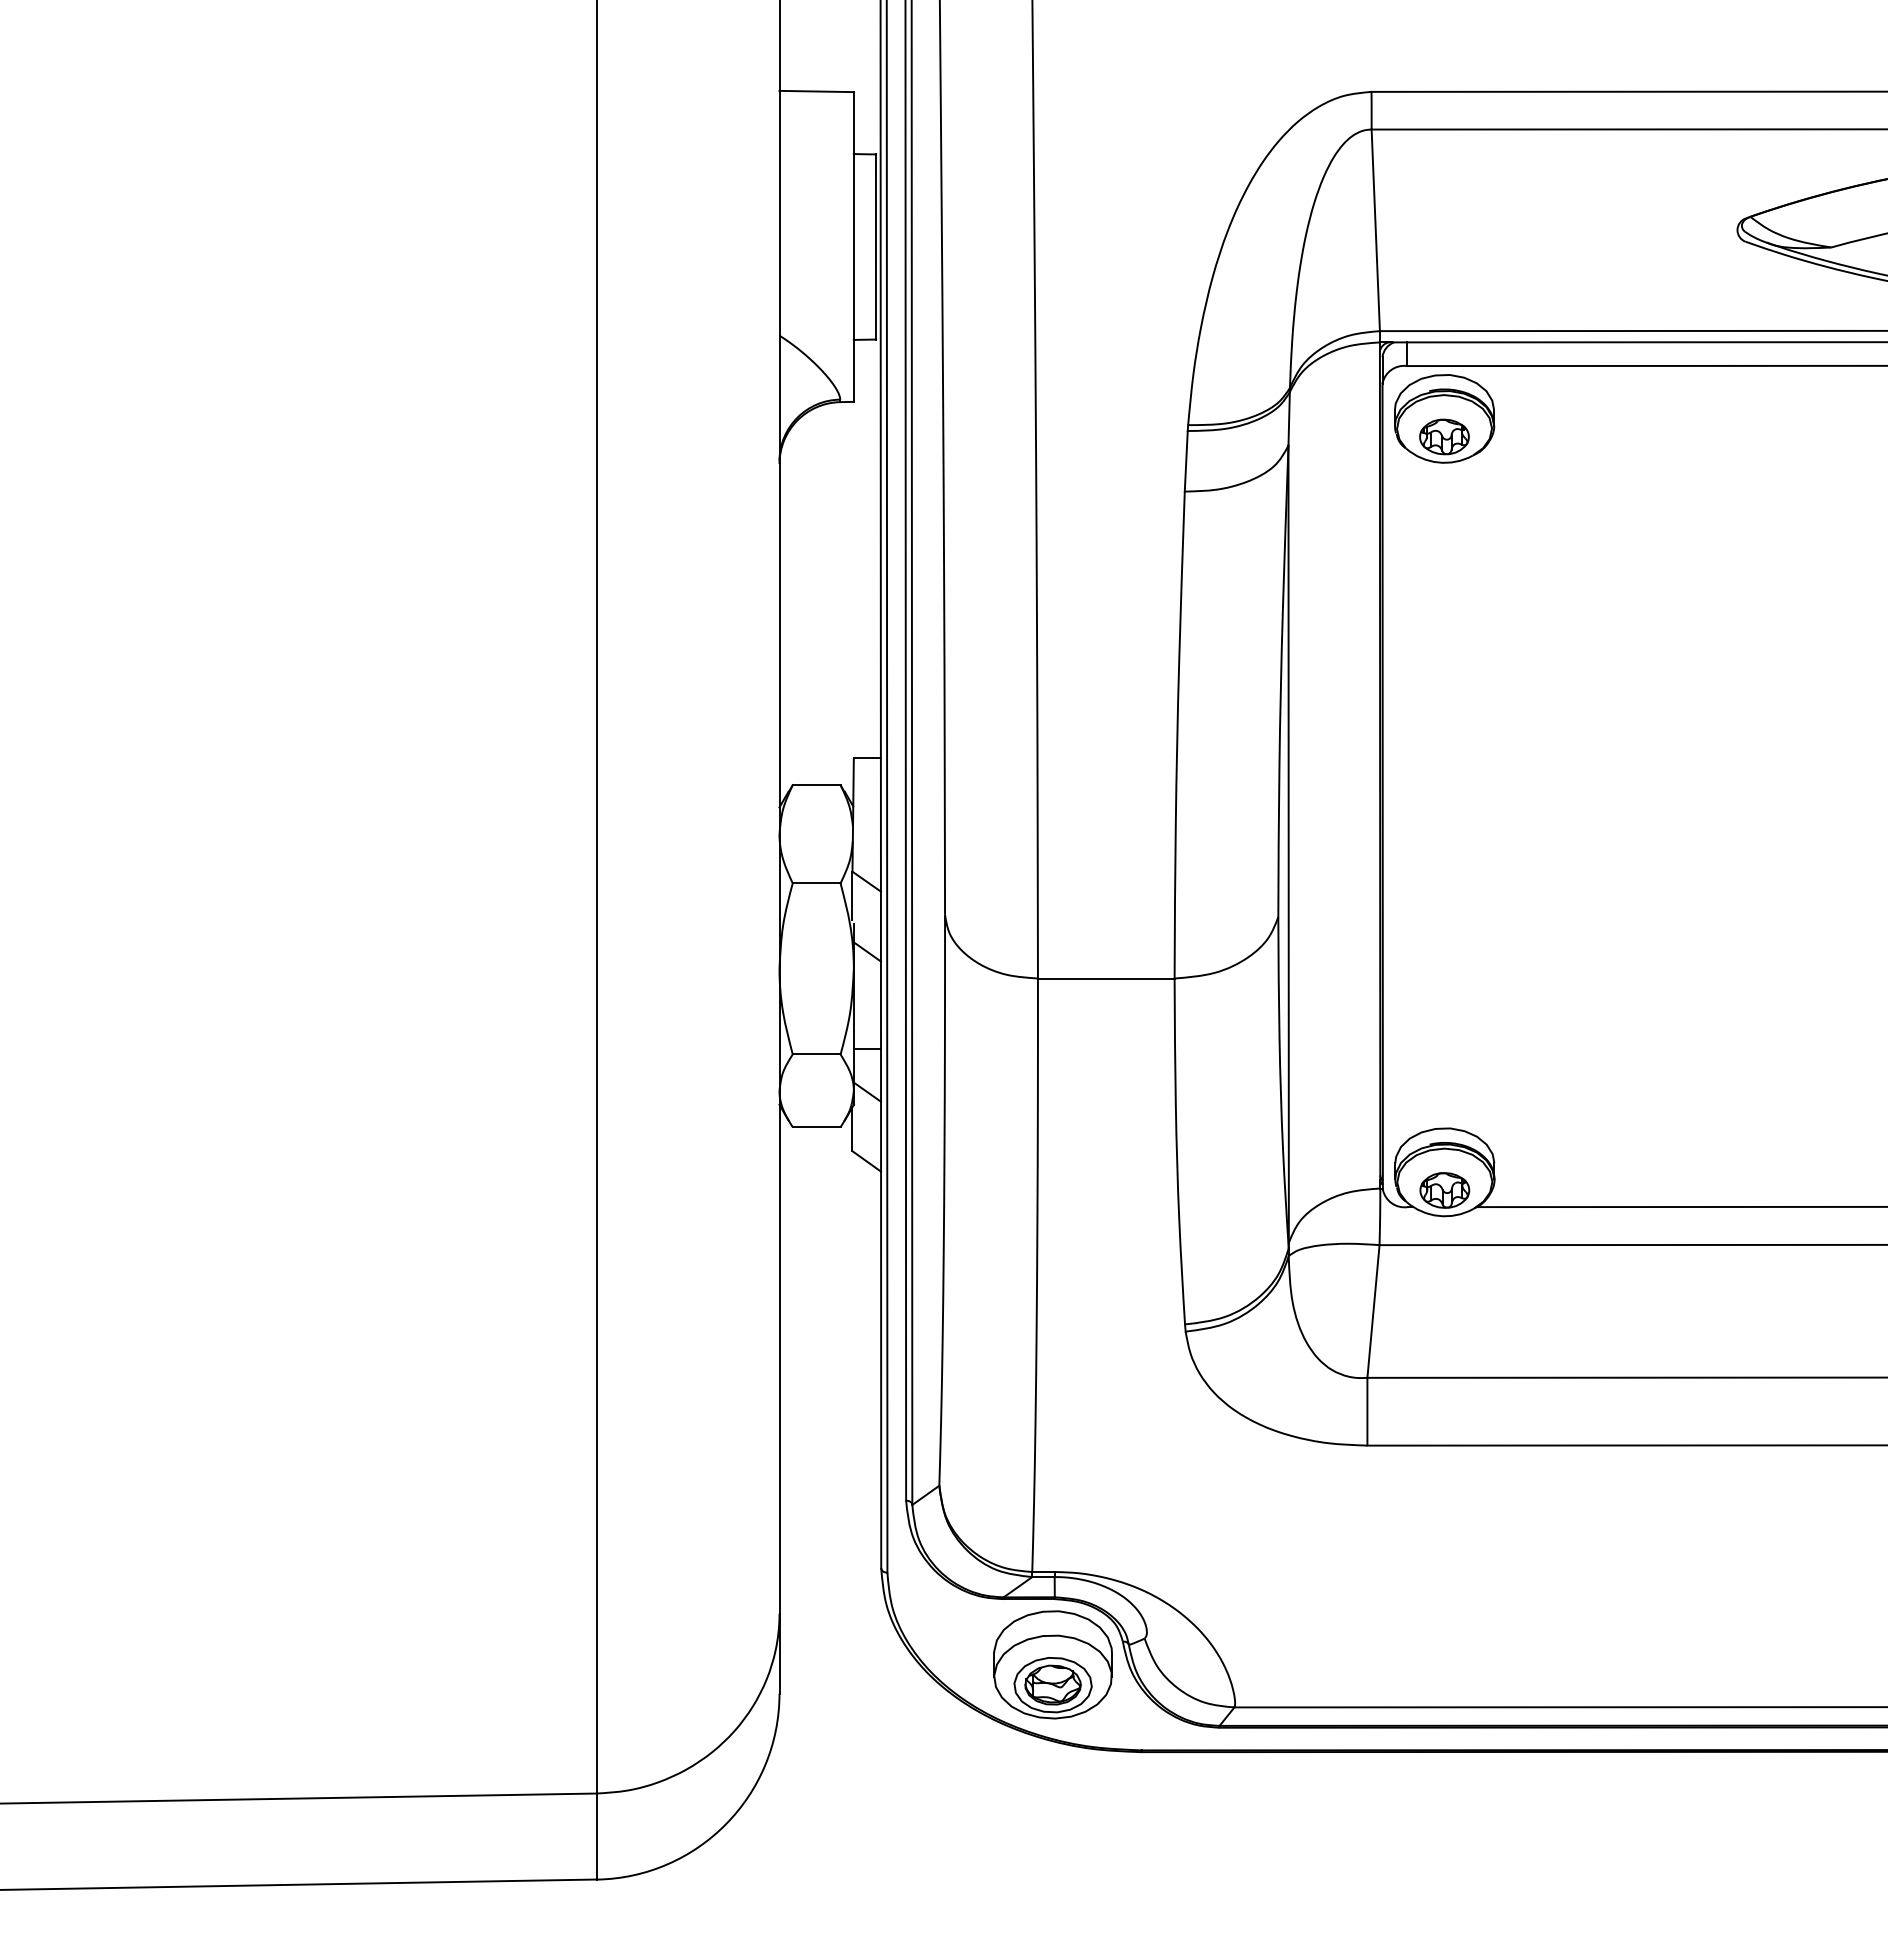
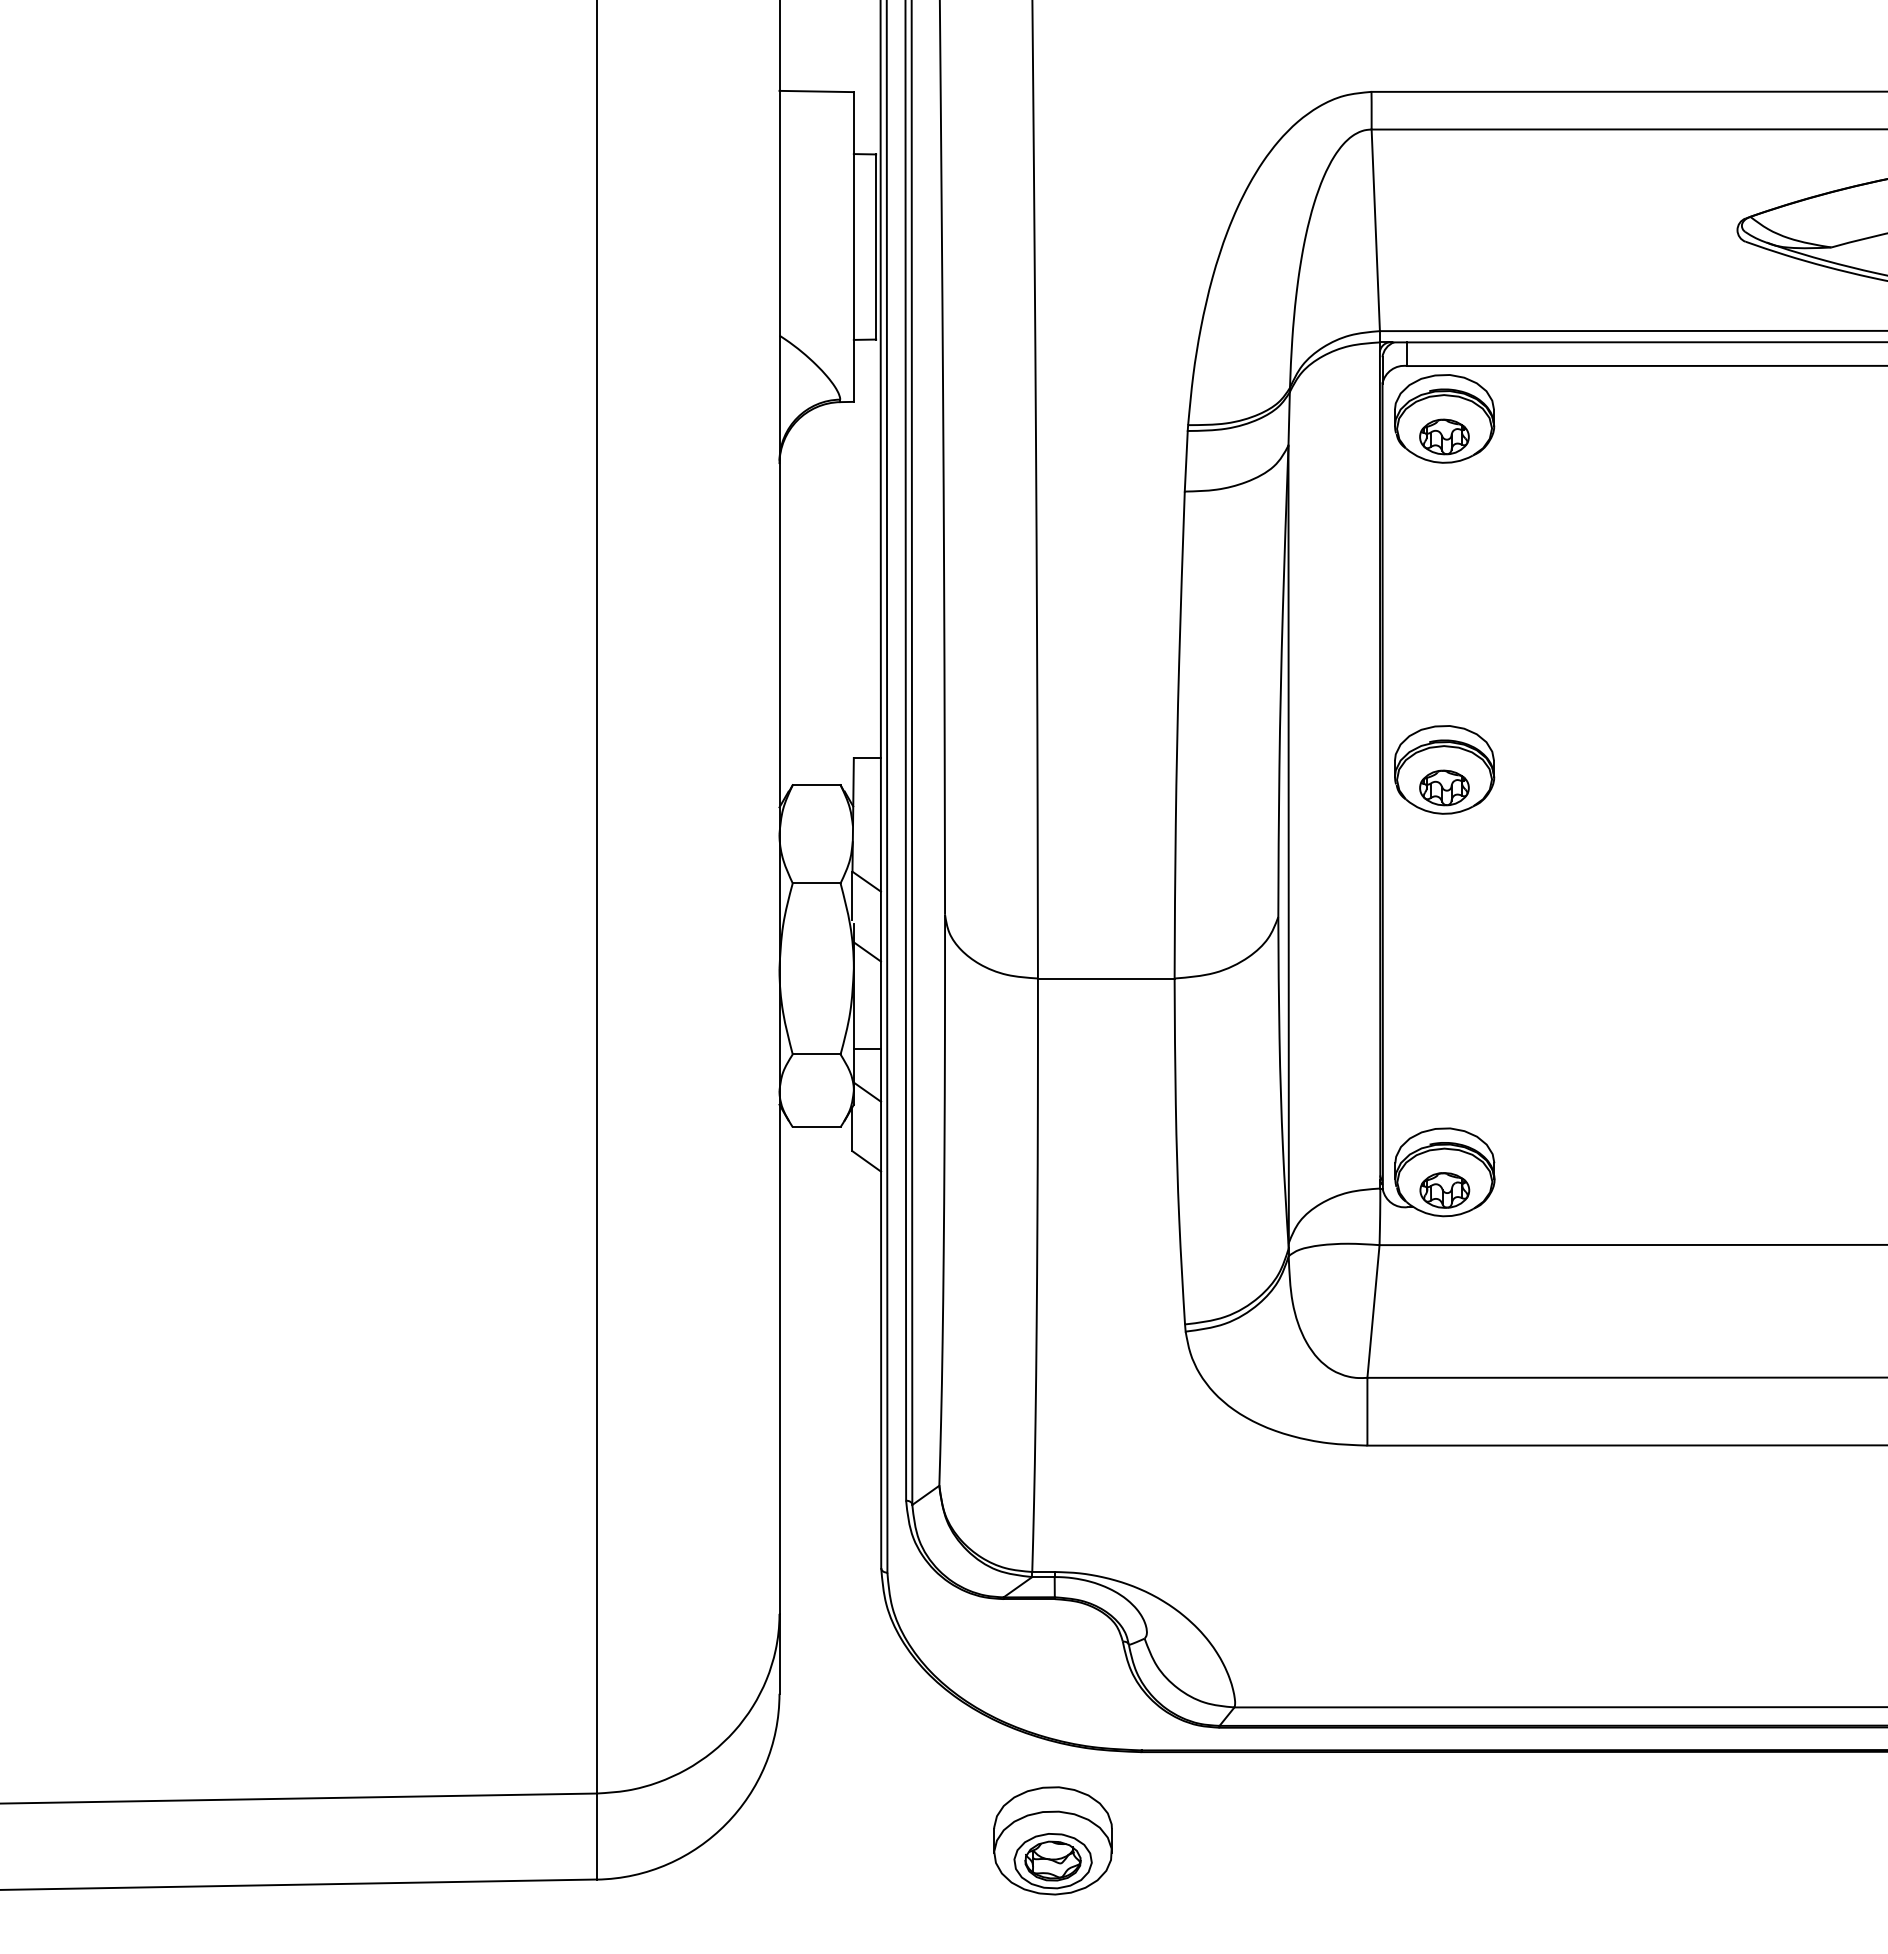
part at (1444, 769): none -> present
line at (1680, 1206): present -> none
part at (1052, 1664) position: (1052, 1664) -> (1052, 1840)
